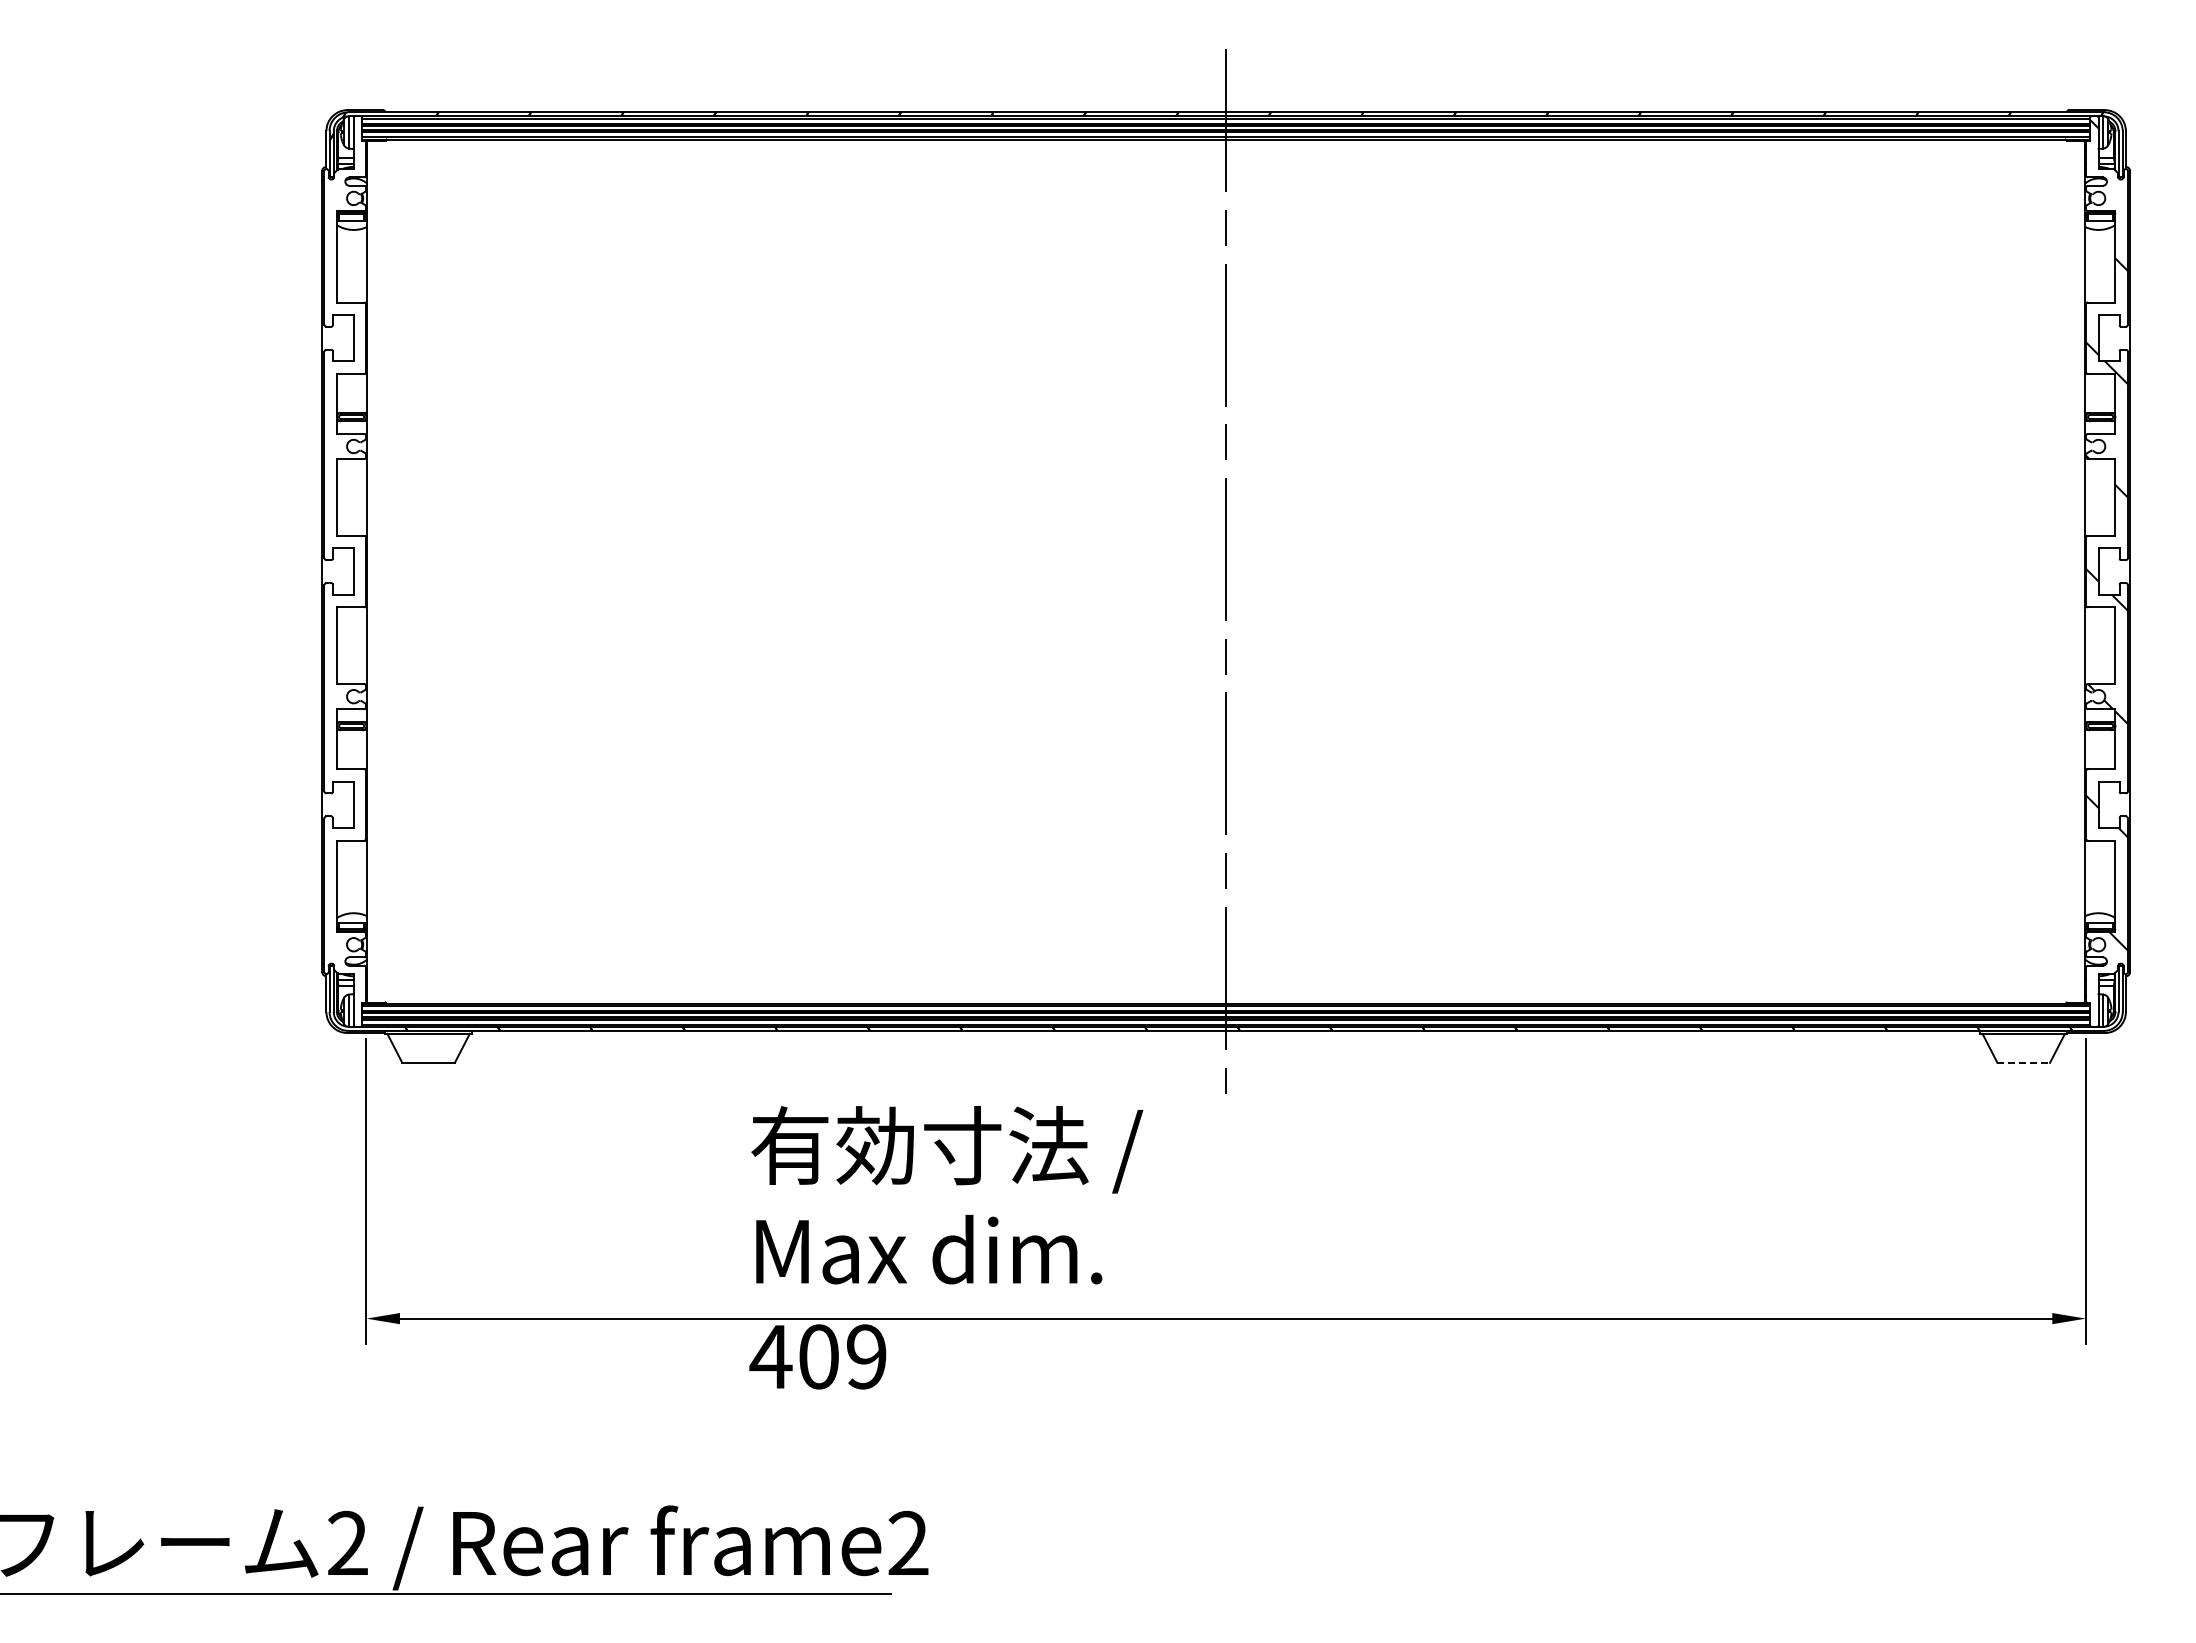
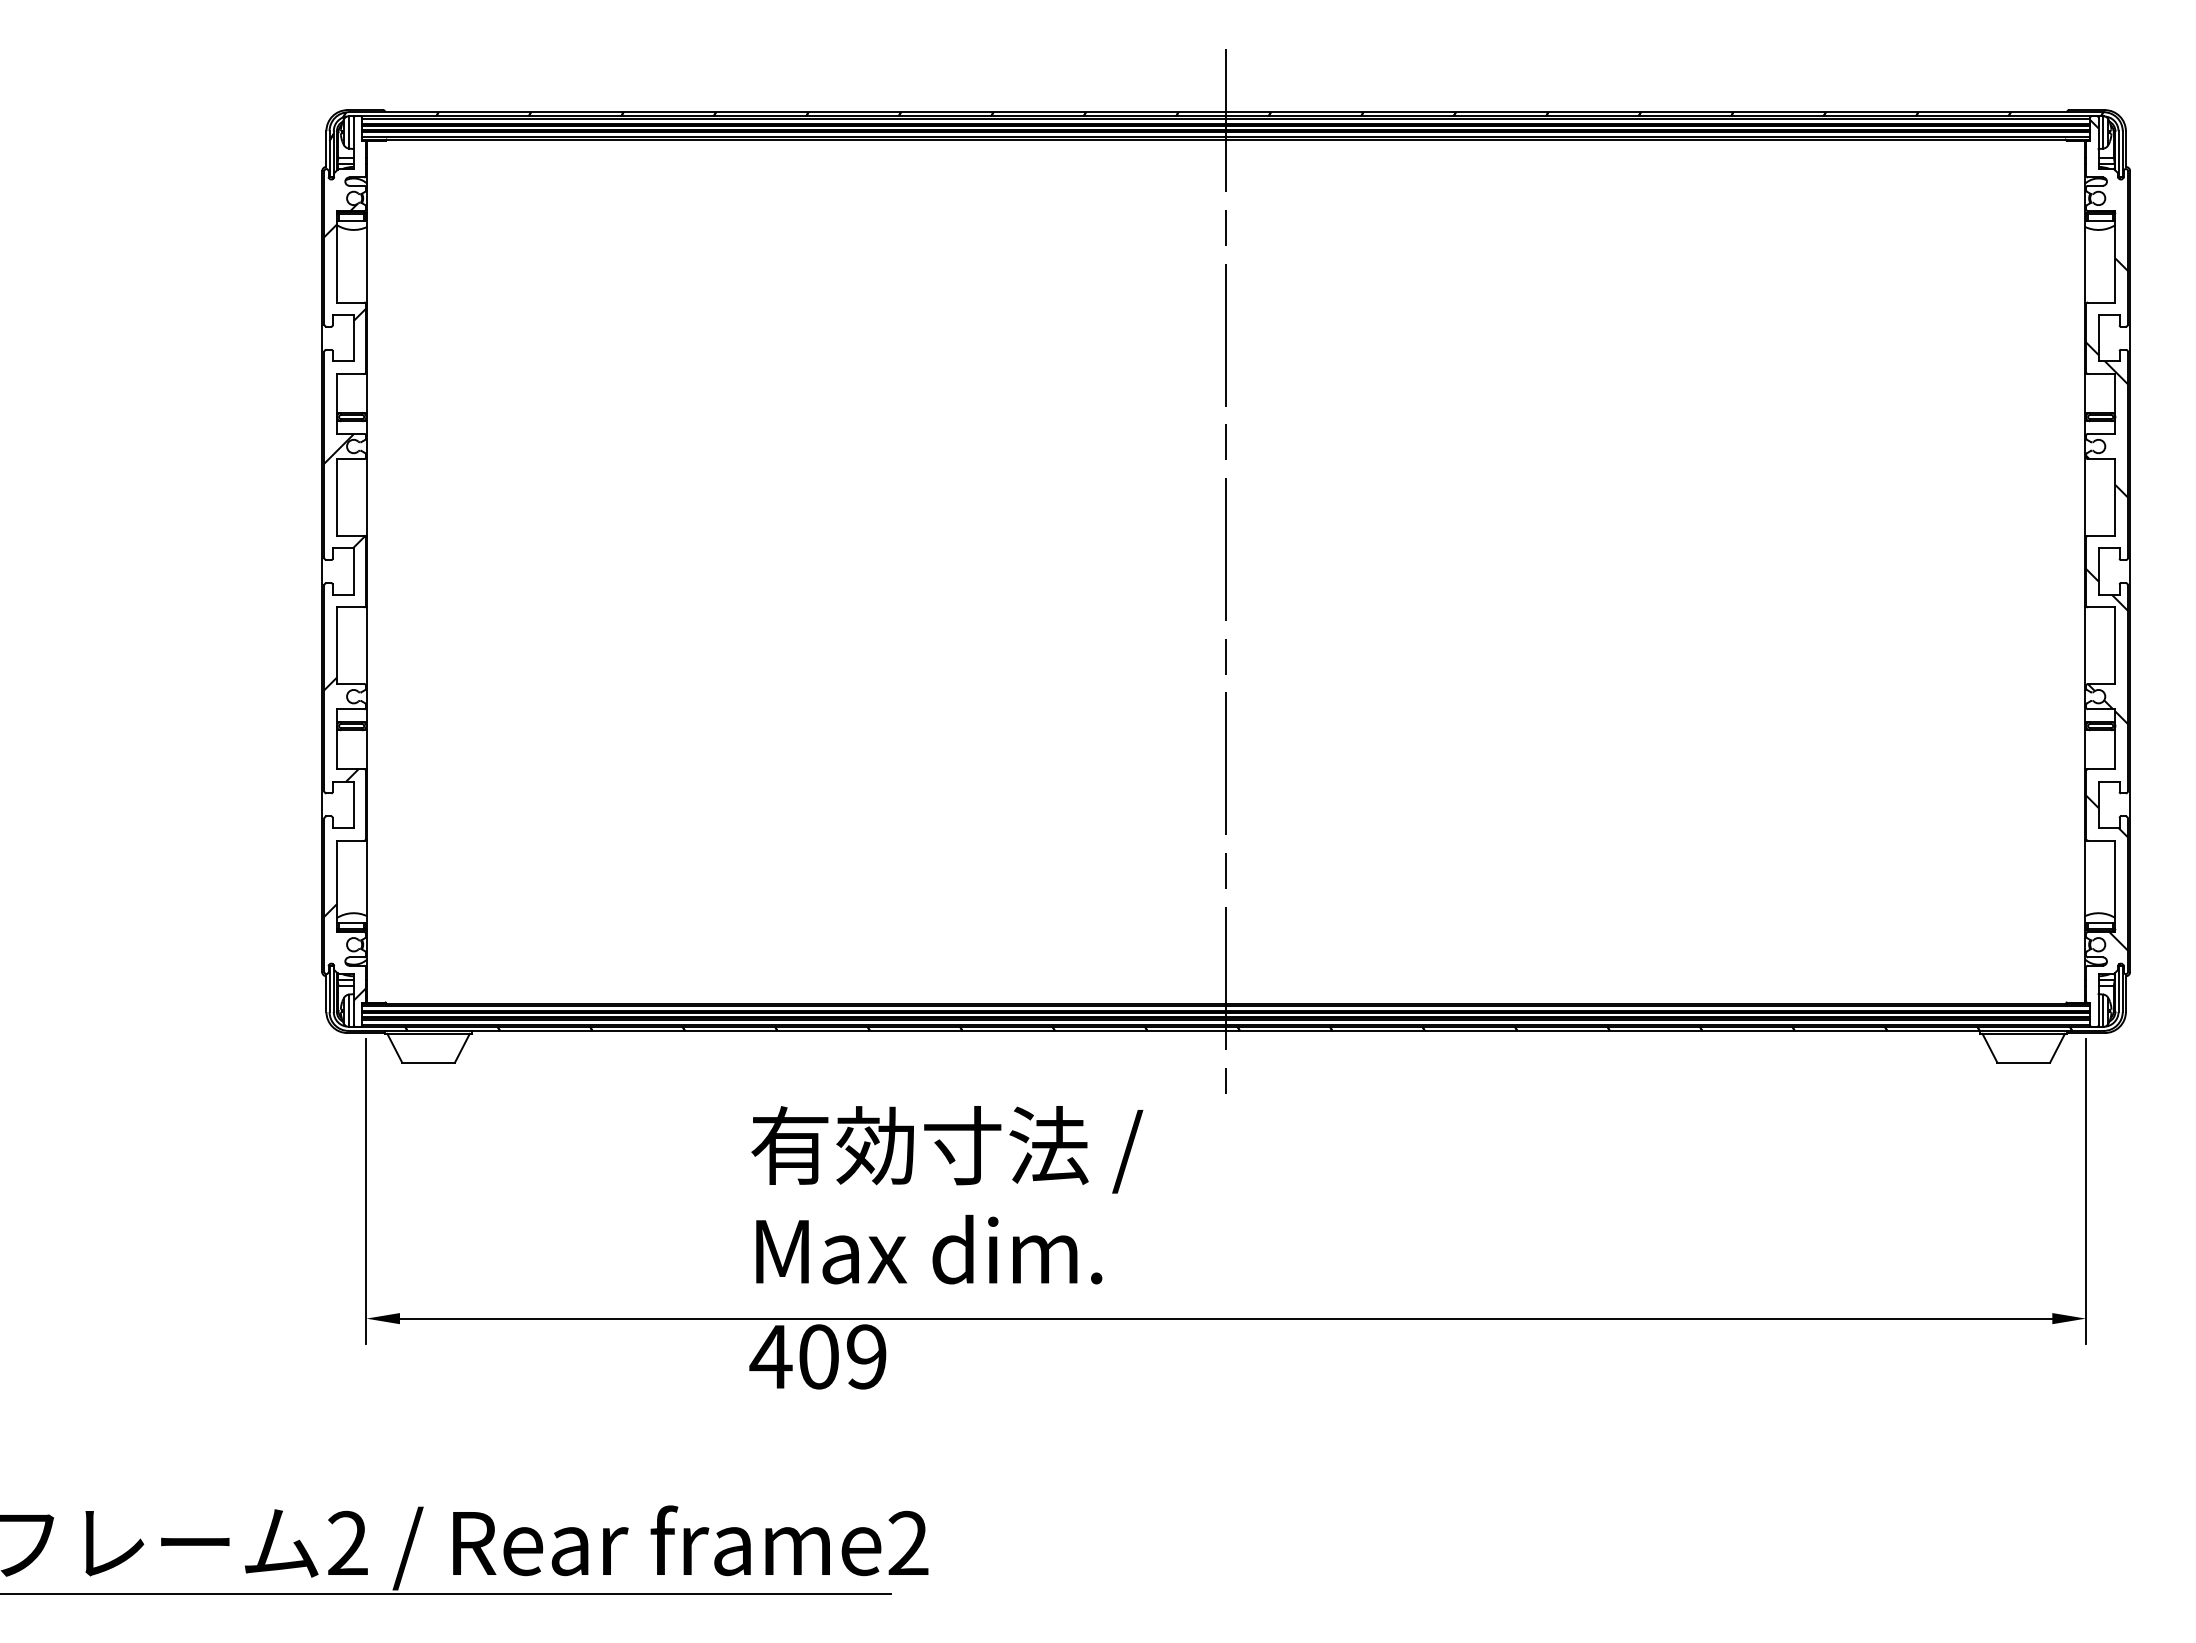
hatch at (345, 601): none -> present
line at (2024, 1062): dashed -> solid
